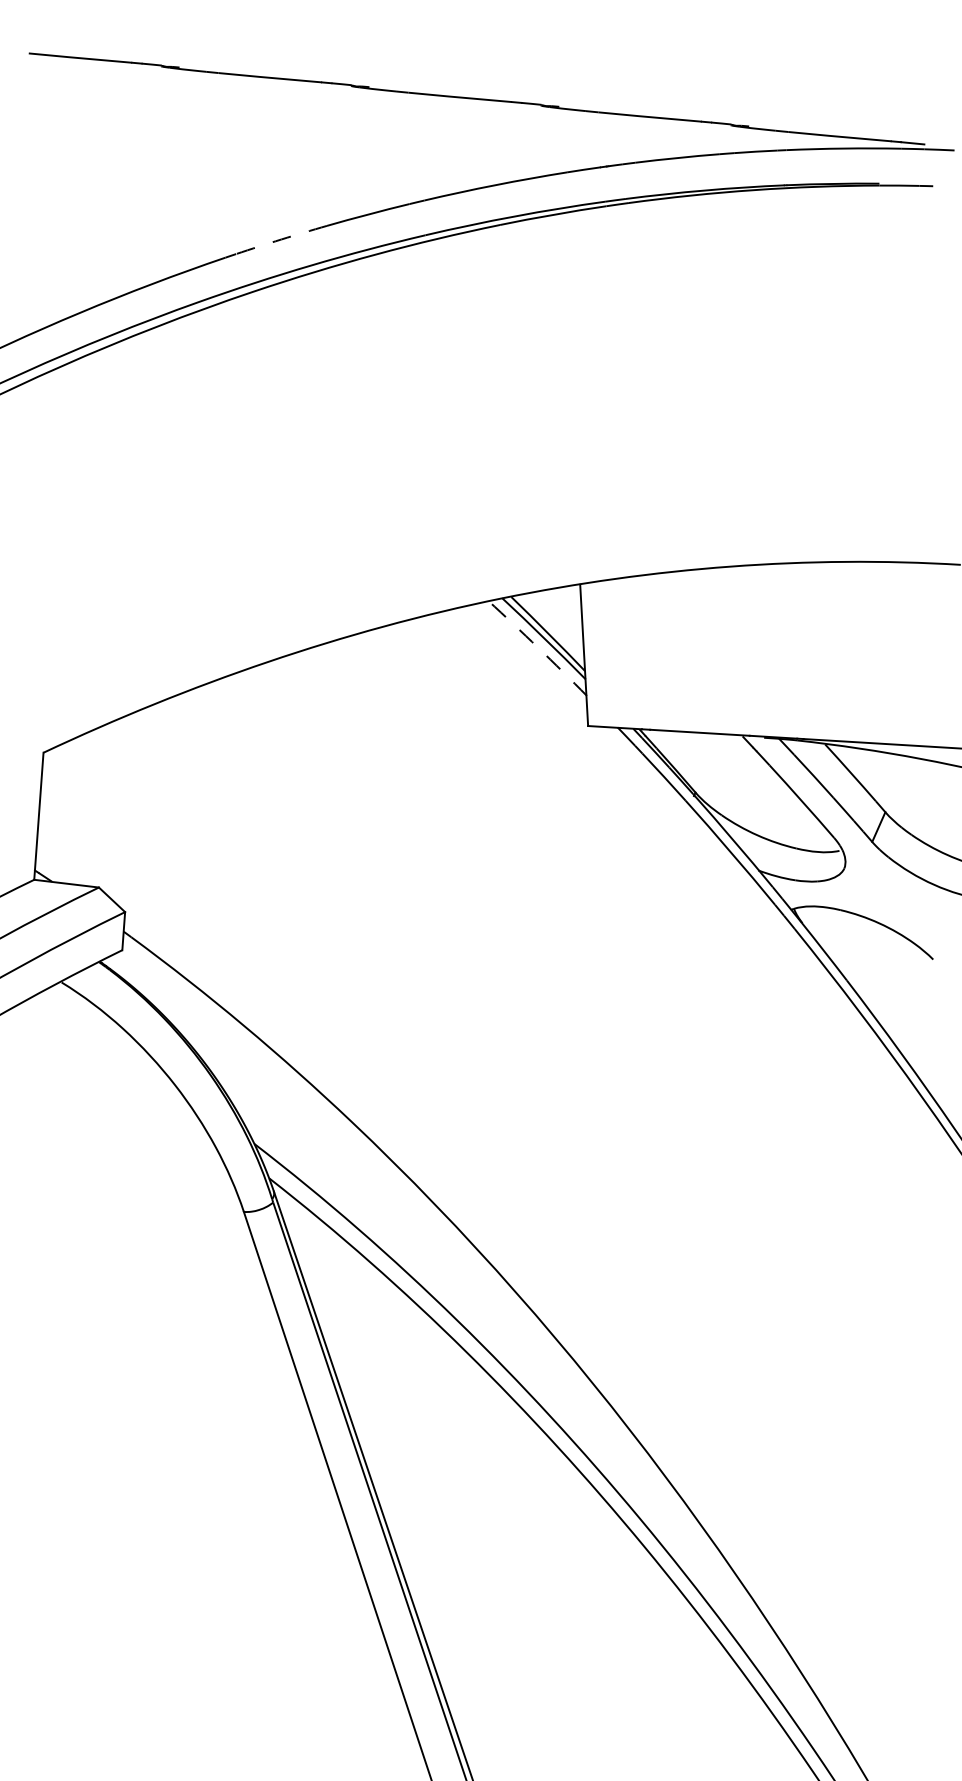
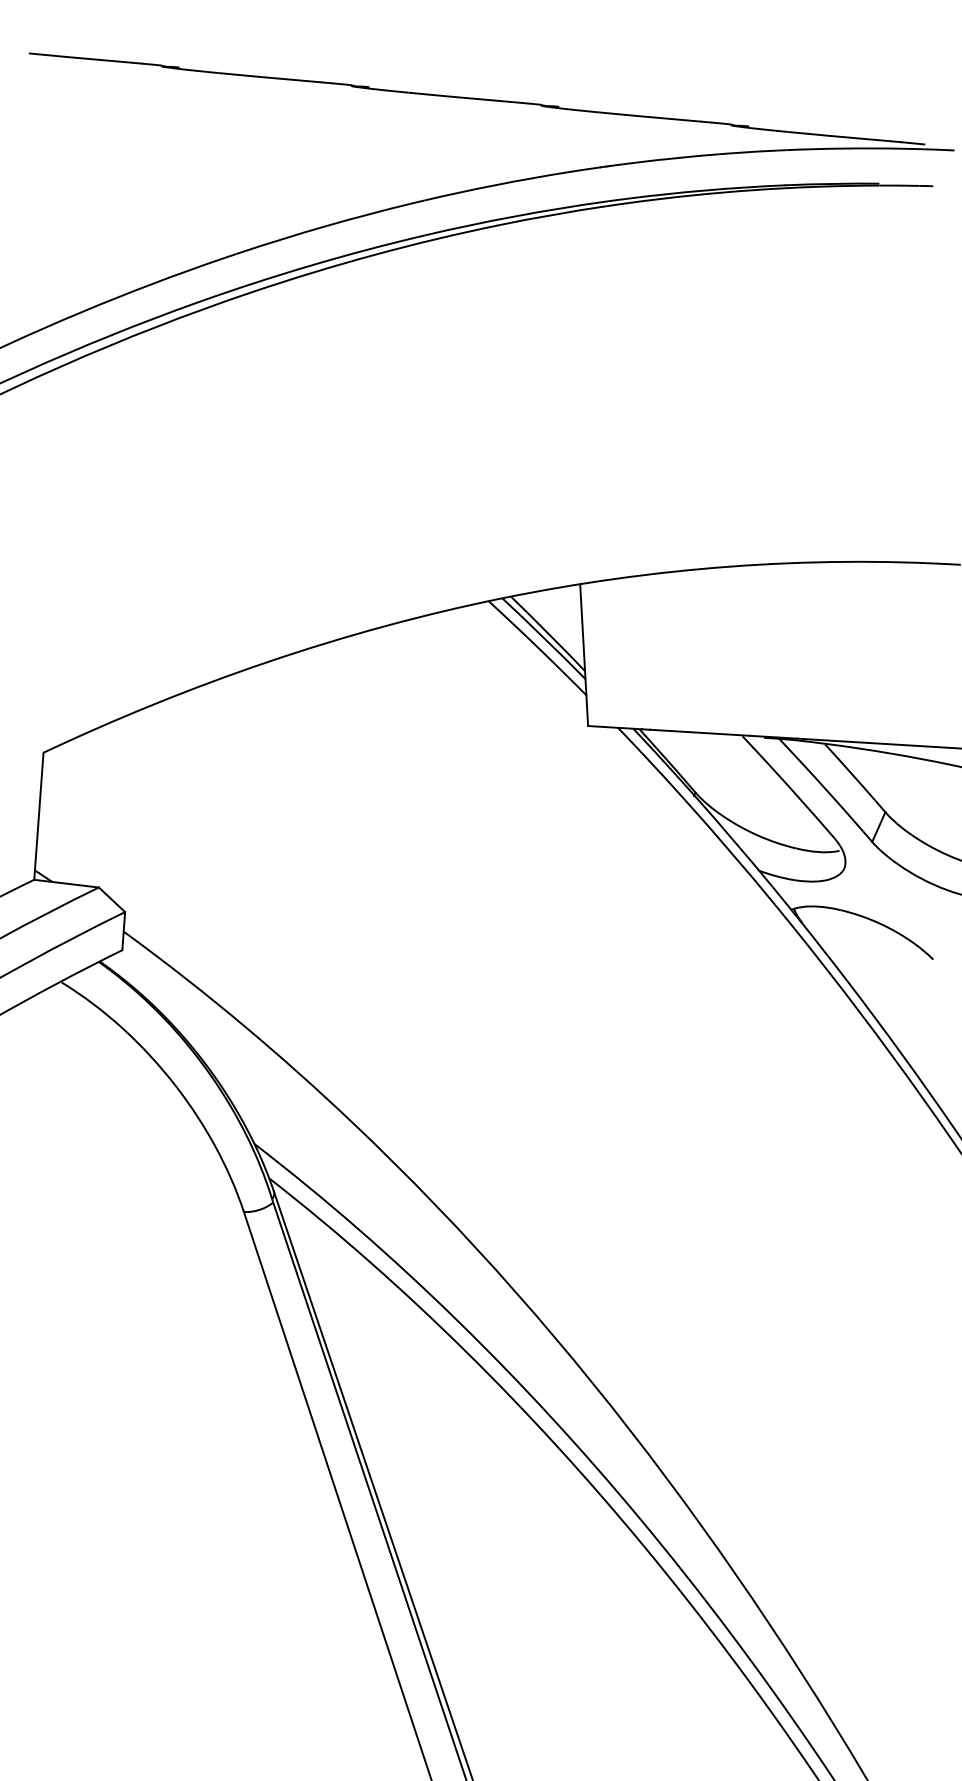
arc at (281, 239): dashed -> solid
arc at (538, 647): dashed -> solid
